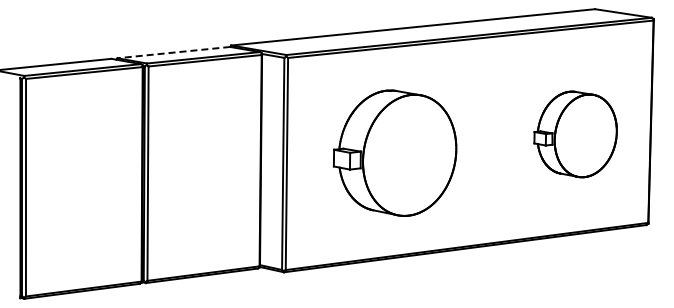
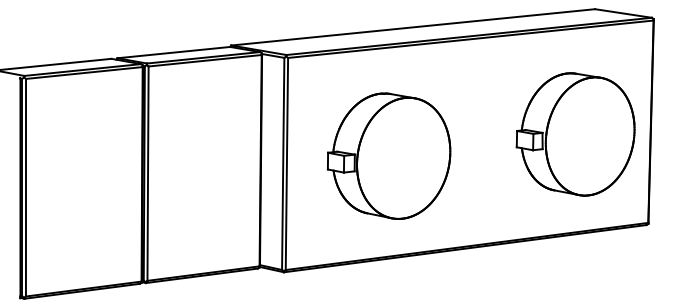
line at (173, 52): dashed -> solid
part at (575, 134) size: 85x89 px -> 121x125 px
part at (394, 152) position: (394, 152) -> (388, 155)
